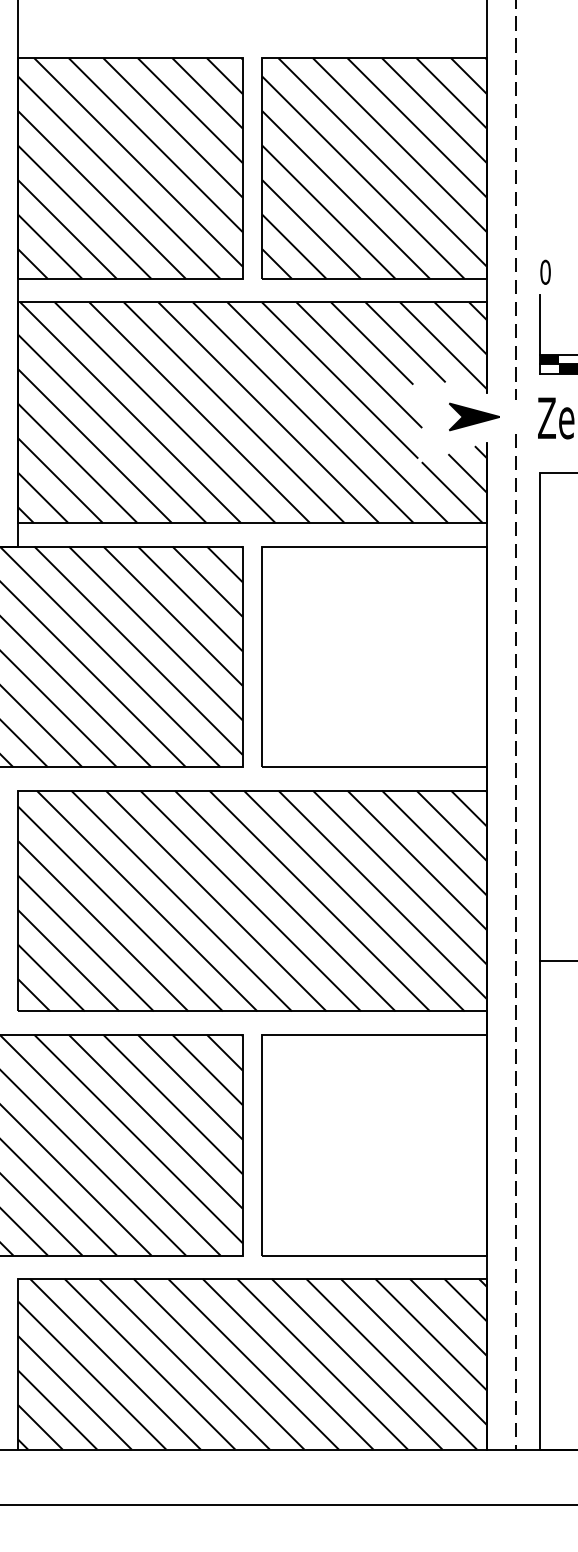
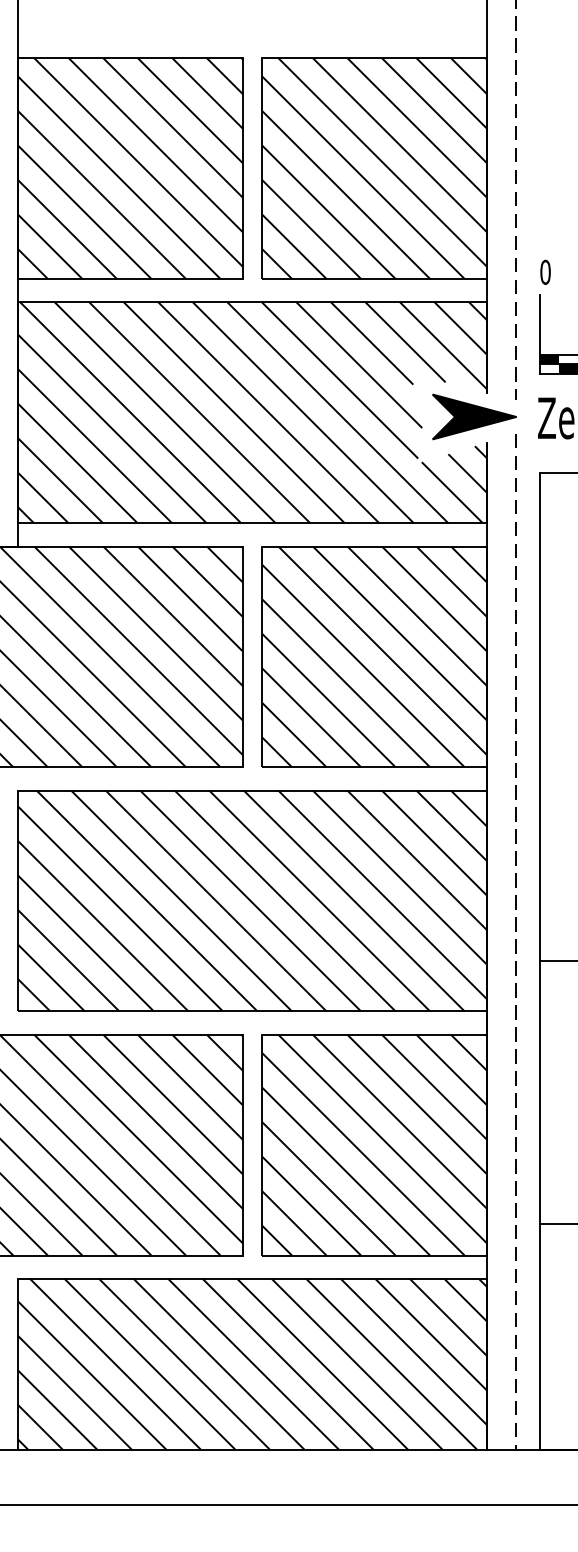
part at (474, 416) size: 51x30 px -> 85x48 px
hatch at (374, 656): none -> present
hatch at (374, 1144): none -> present
line at (556, 1224): none -> present
